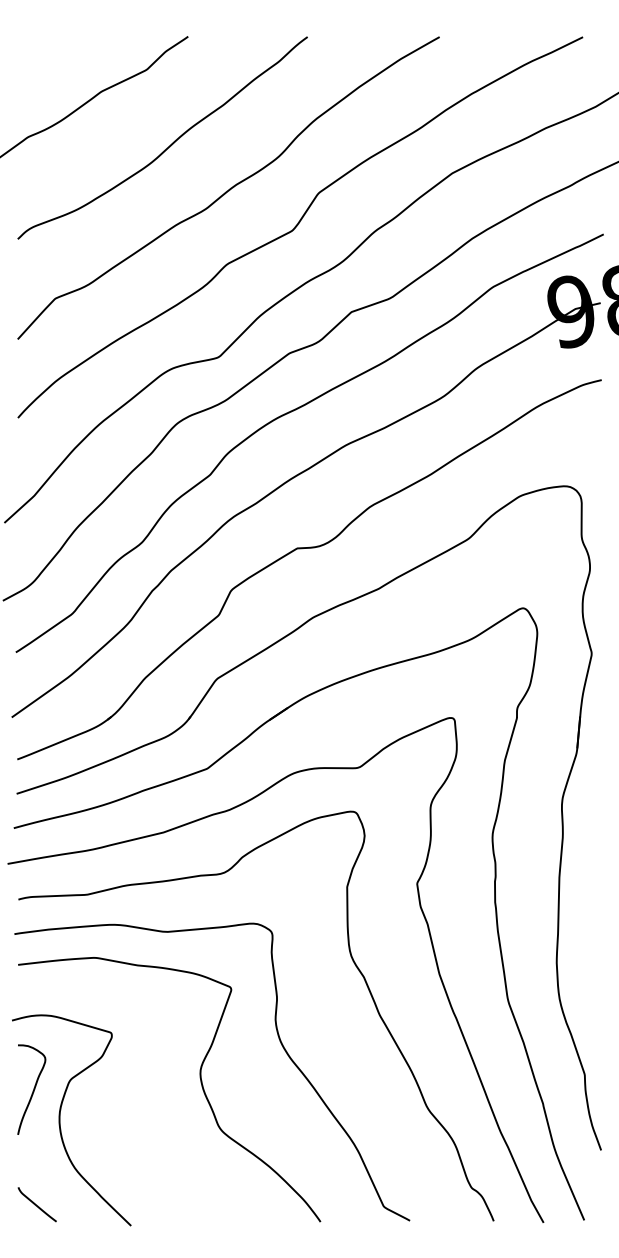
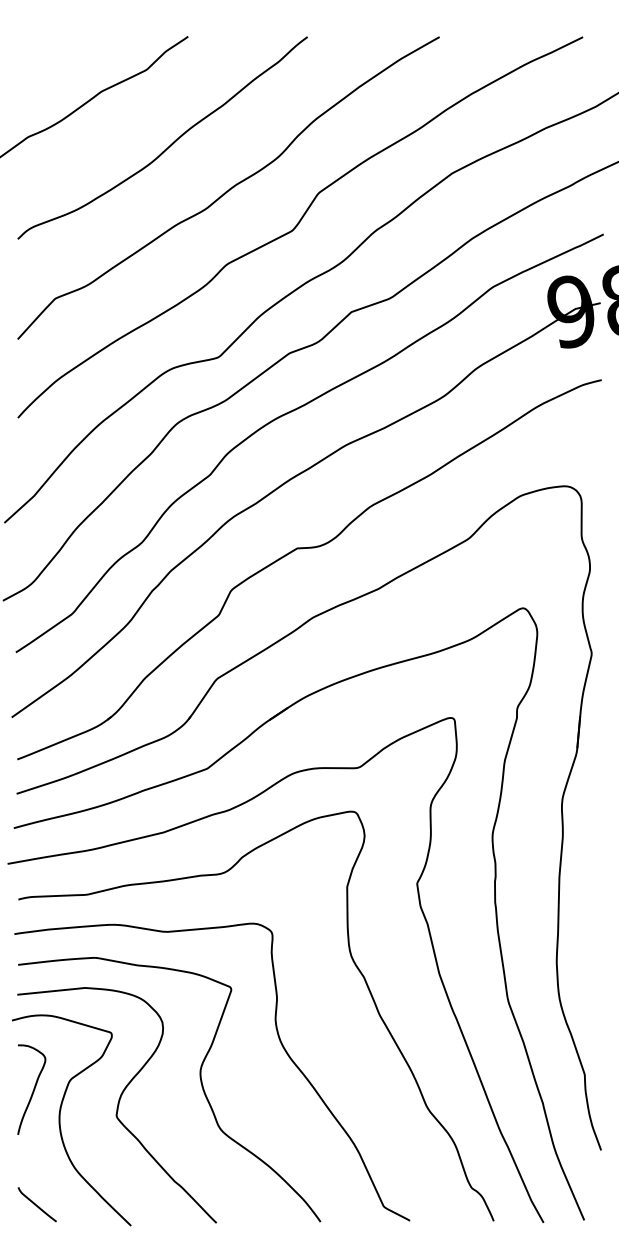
curve at (117, 1105): none -> present
